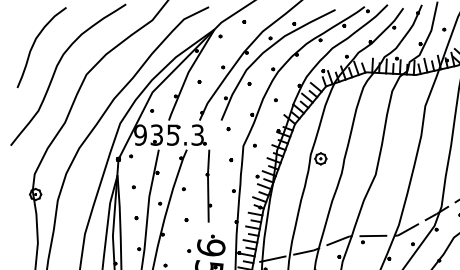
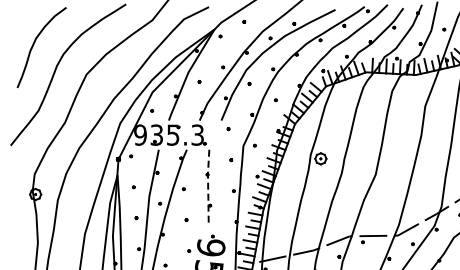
line at (208, 186): solid -> dashed
